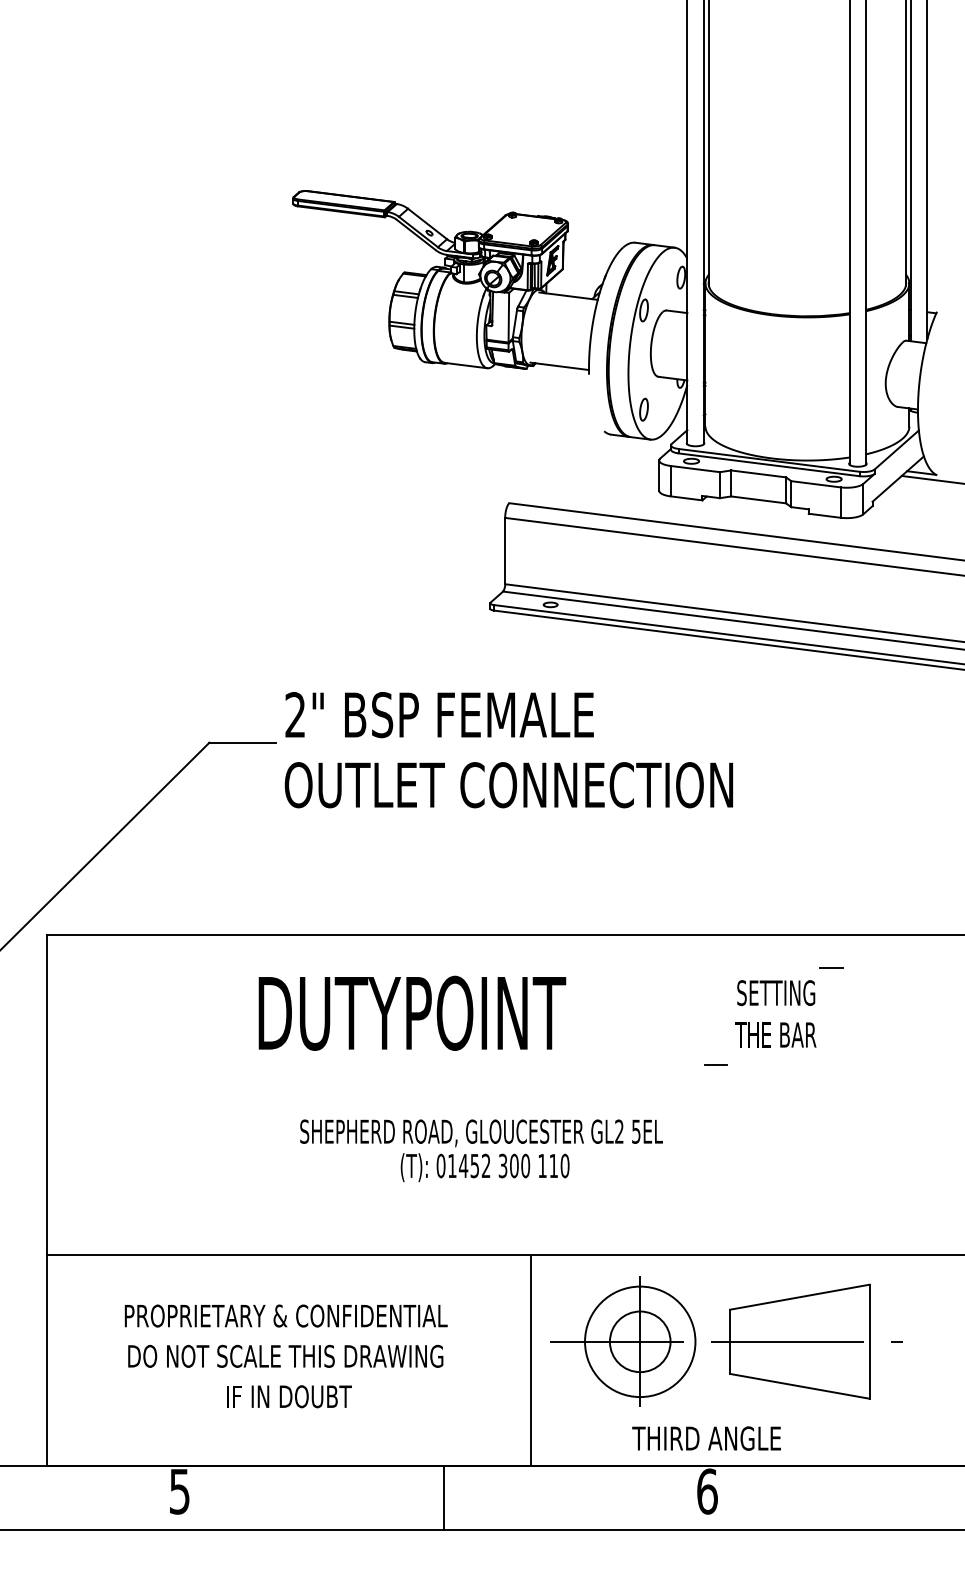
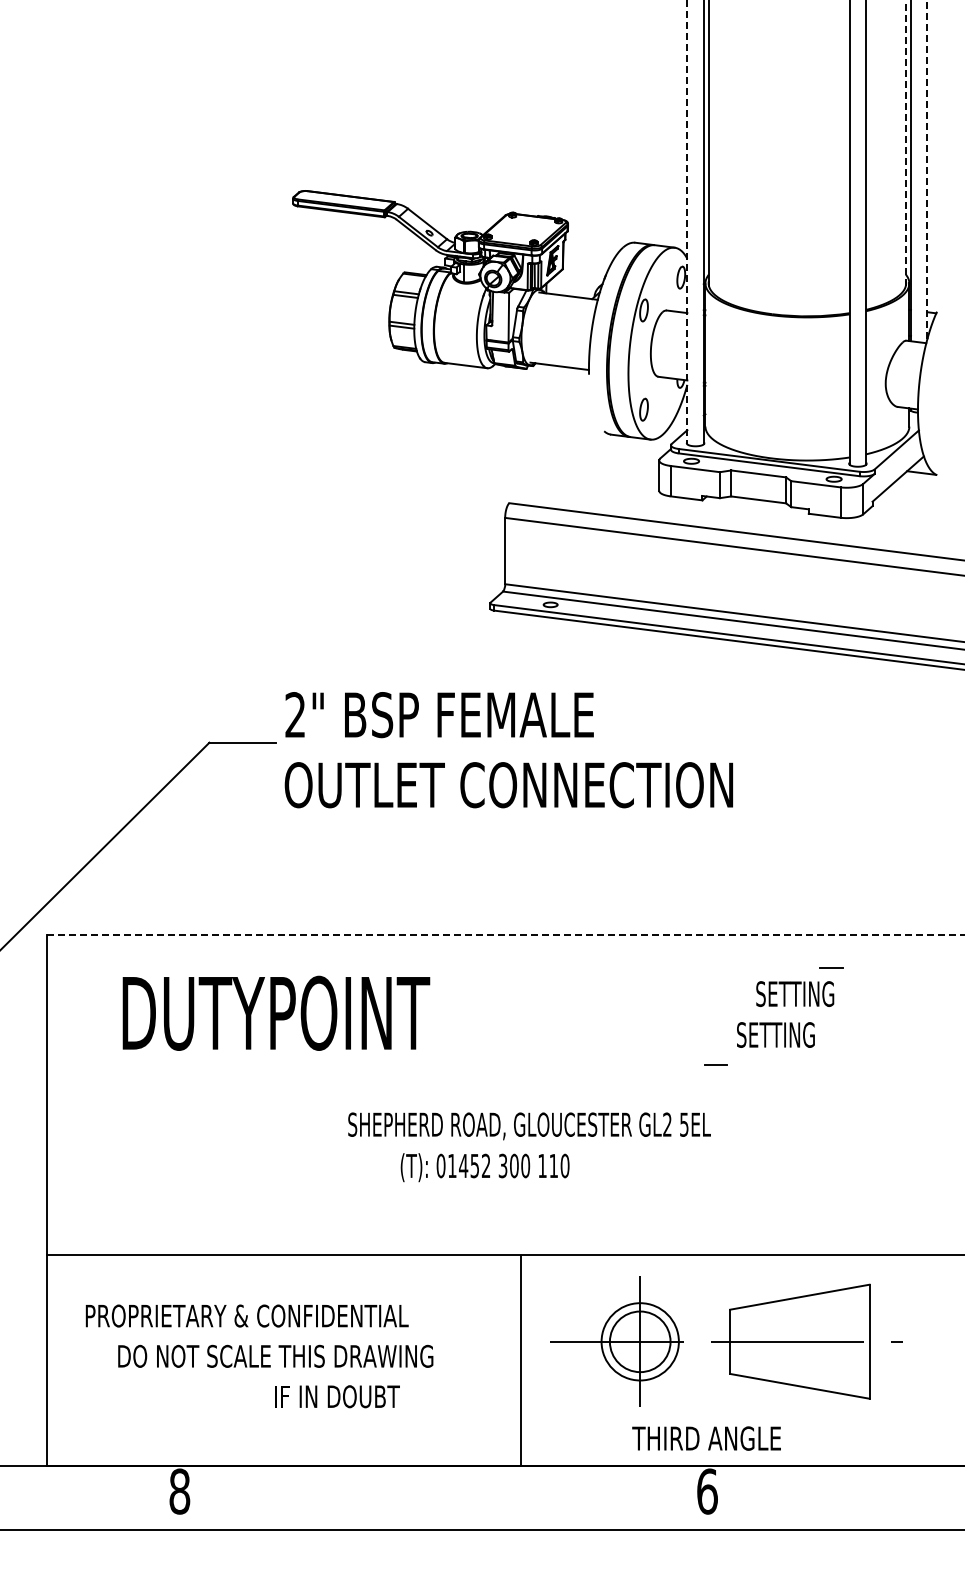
line at (905, 143): solid -> dashed
line at (927, 169): solid -> dashed
line at (687, 222): solid -> dashed
line at (931, 479): present -> none
line at (505, 935): solid -> dashed
text at (776, 992) position: (776, 992) -> (795, 993)
text at (412, 1012) position: (412, 1012) -> (276, 1012)
text at (775, 1034): THE BAR -> SETTING
text at (481, 1133) position: (481, 1133) -> (529, 1126)
text at (285, 1315) position: (285, 1315) -> (246, 1315)
circle at (640, 1341) diameter: 110 px -> 77 px
text at (285, 1355) position: (285, 1355) -> (275, 1355)
line at (530, 1361) position: (530, 1361) -> (520, 1361)
text at (289, 1396) position: (289, 1396) -> (337, 1396)
text at (179, 1491): 5 -> 8
line at (444, 1497): present -> none
